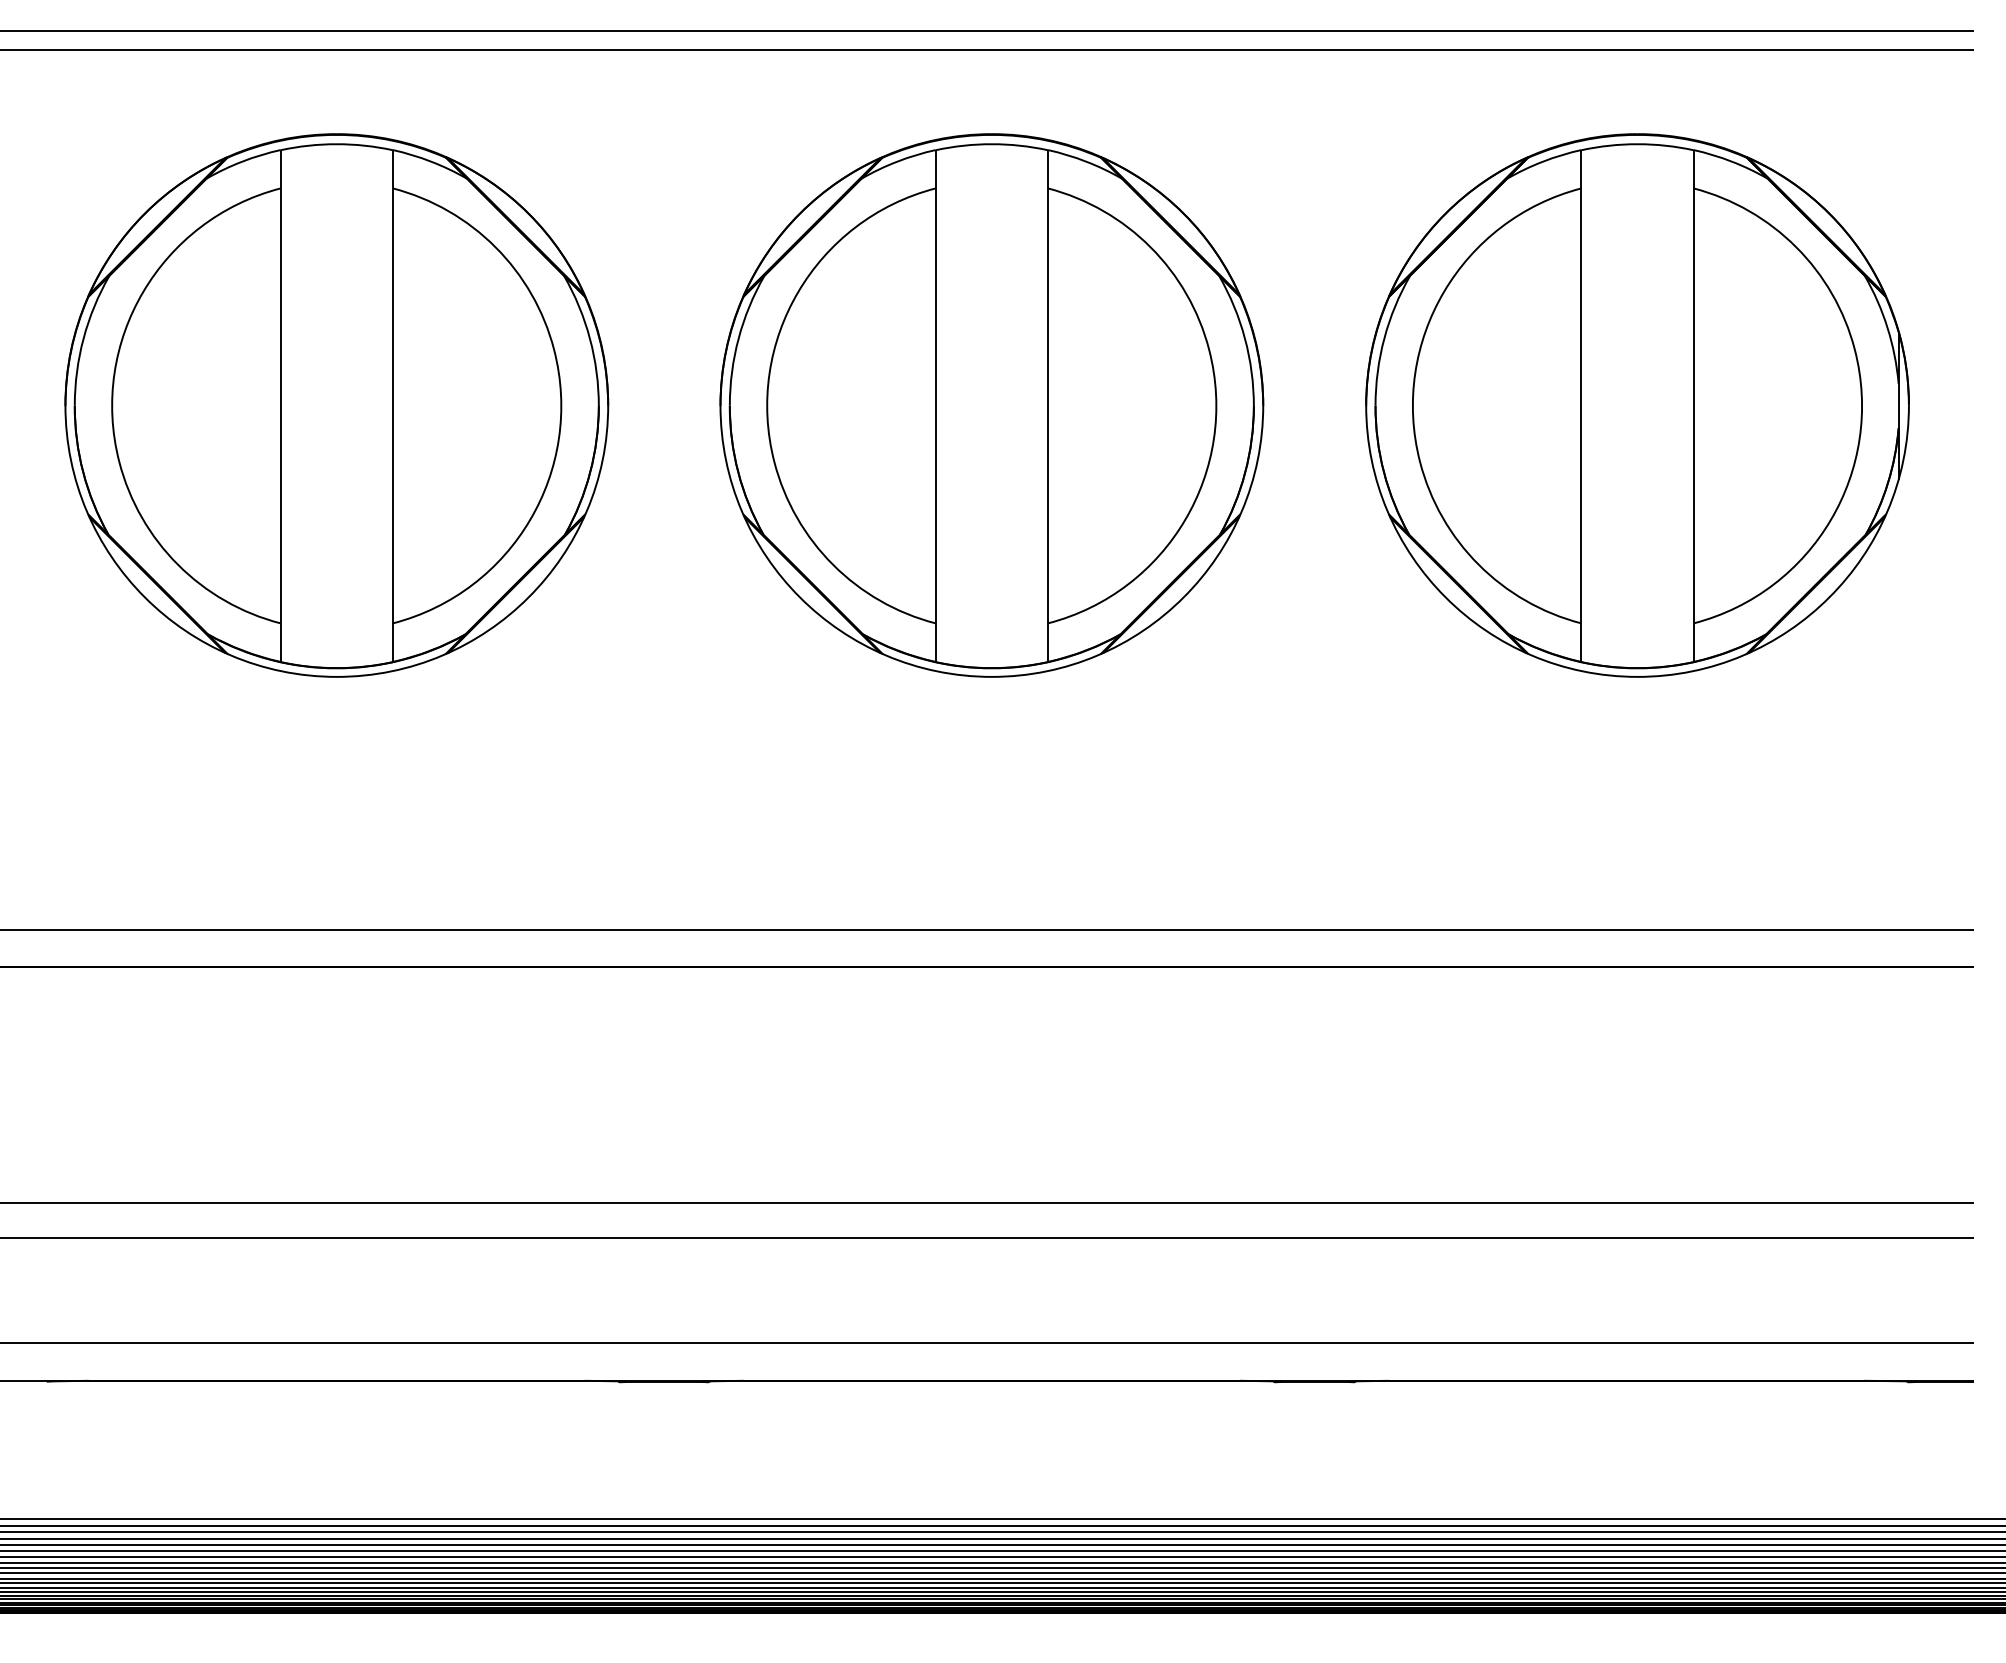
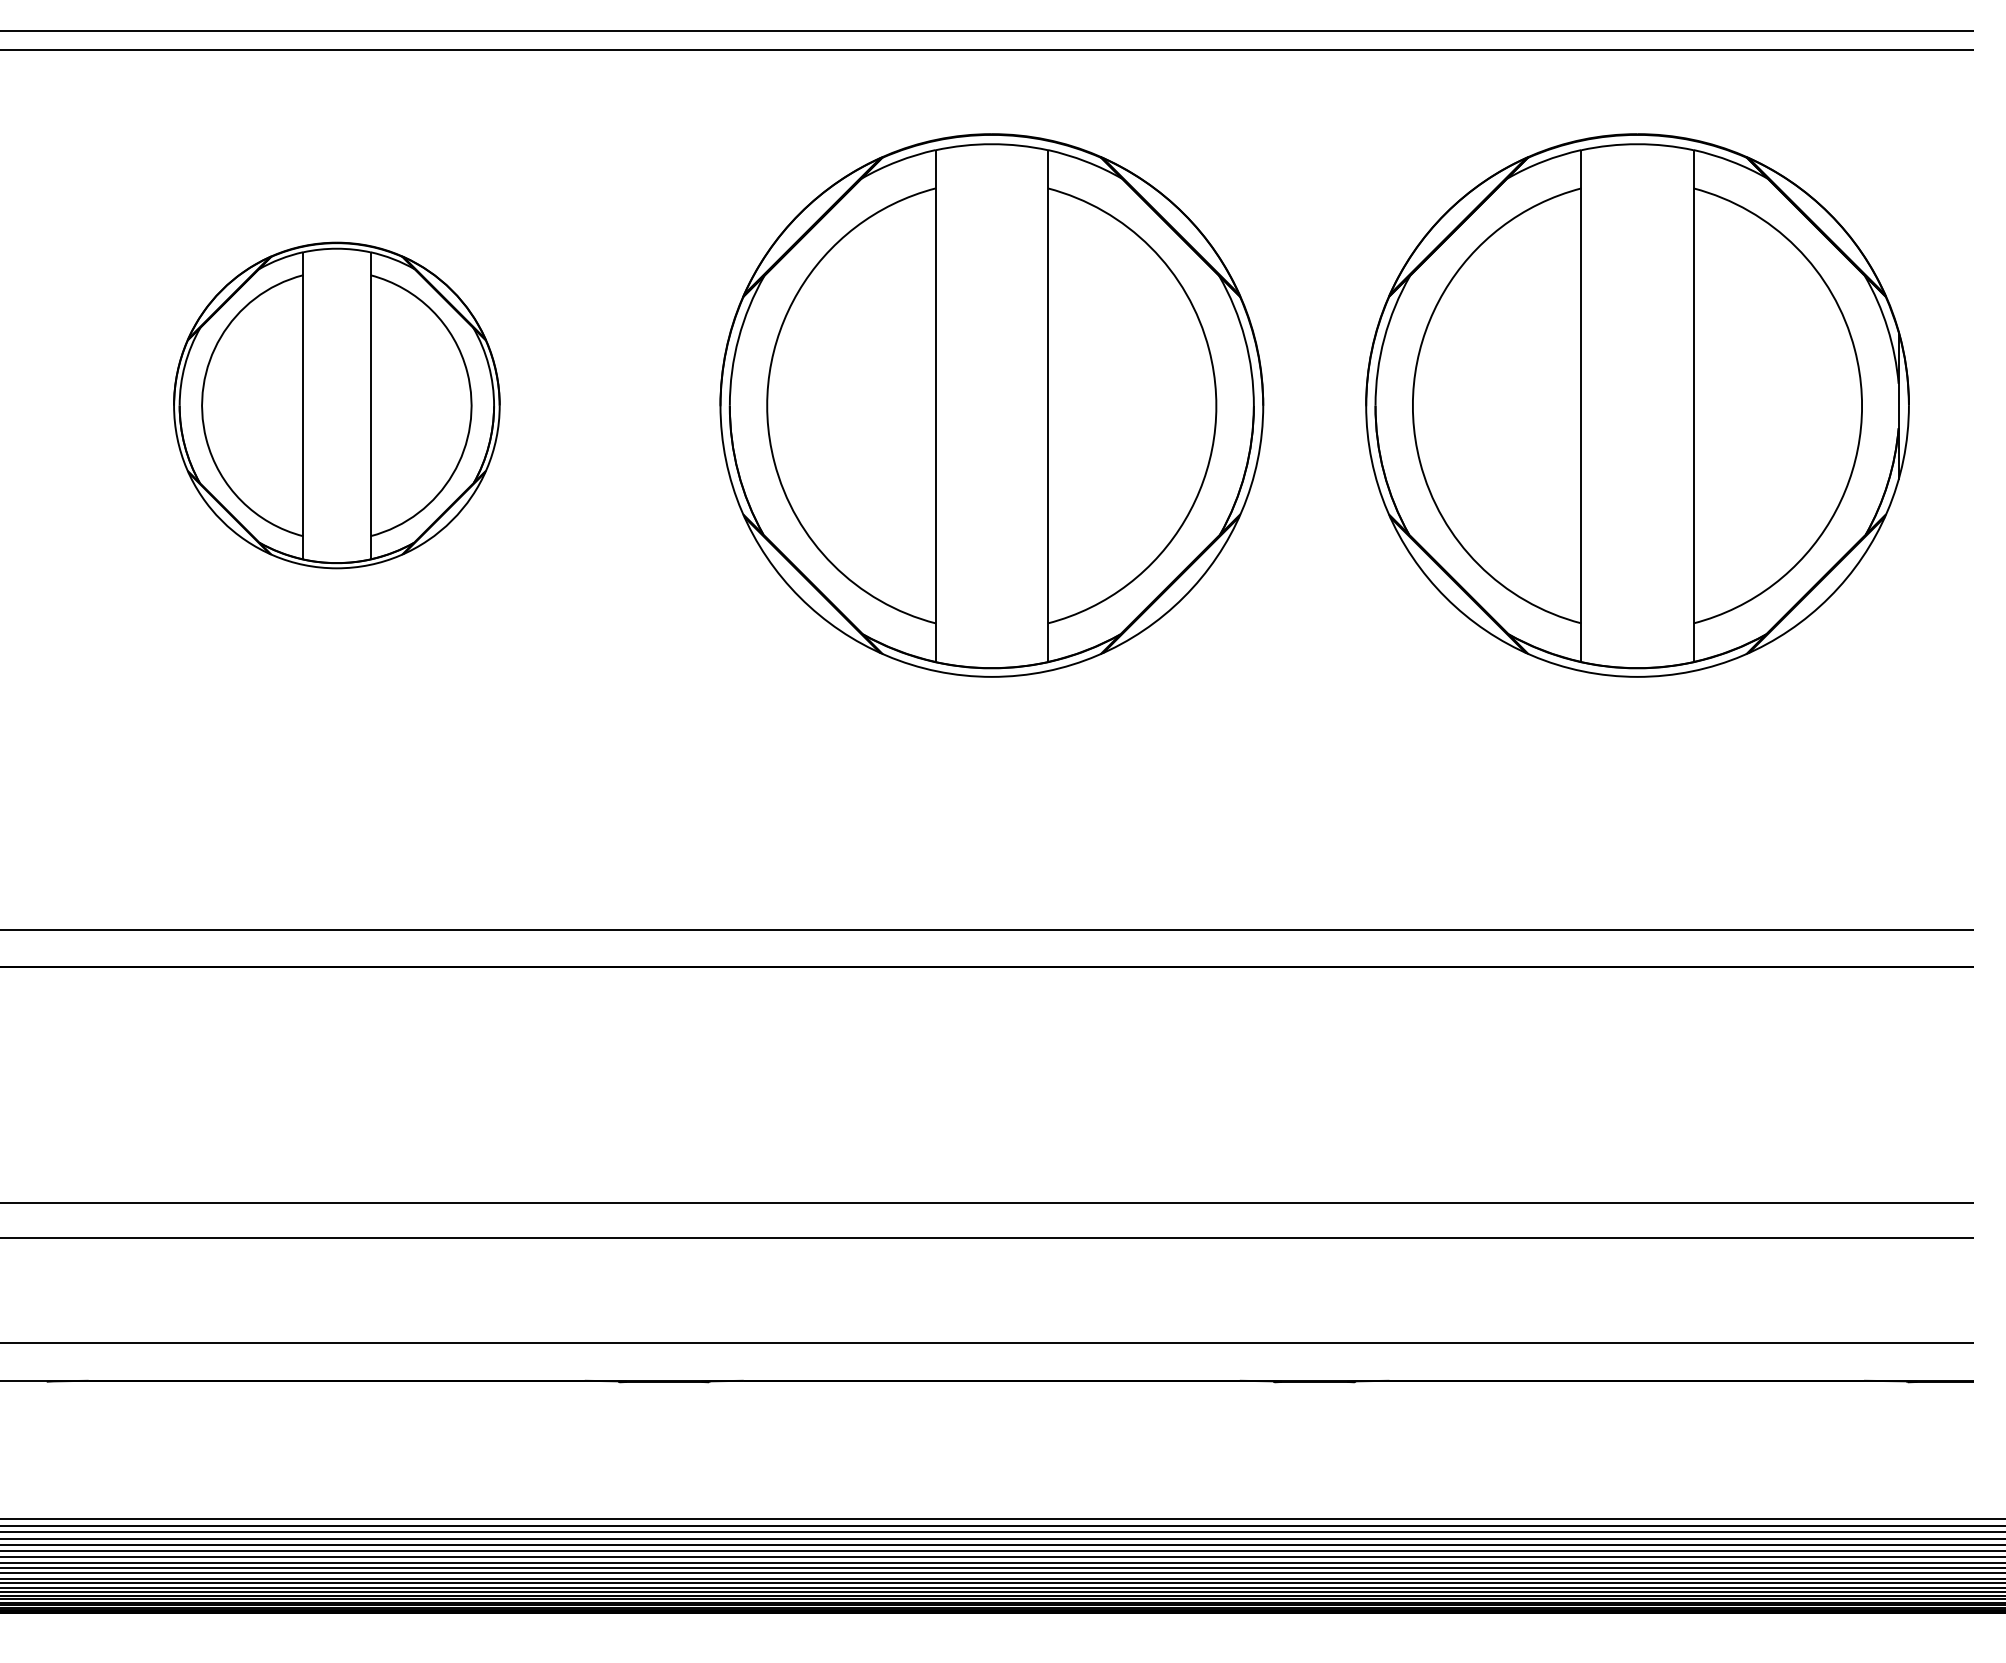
part at (336, 405) size: 546x545 px -> 328x329 px
